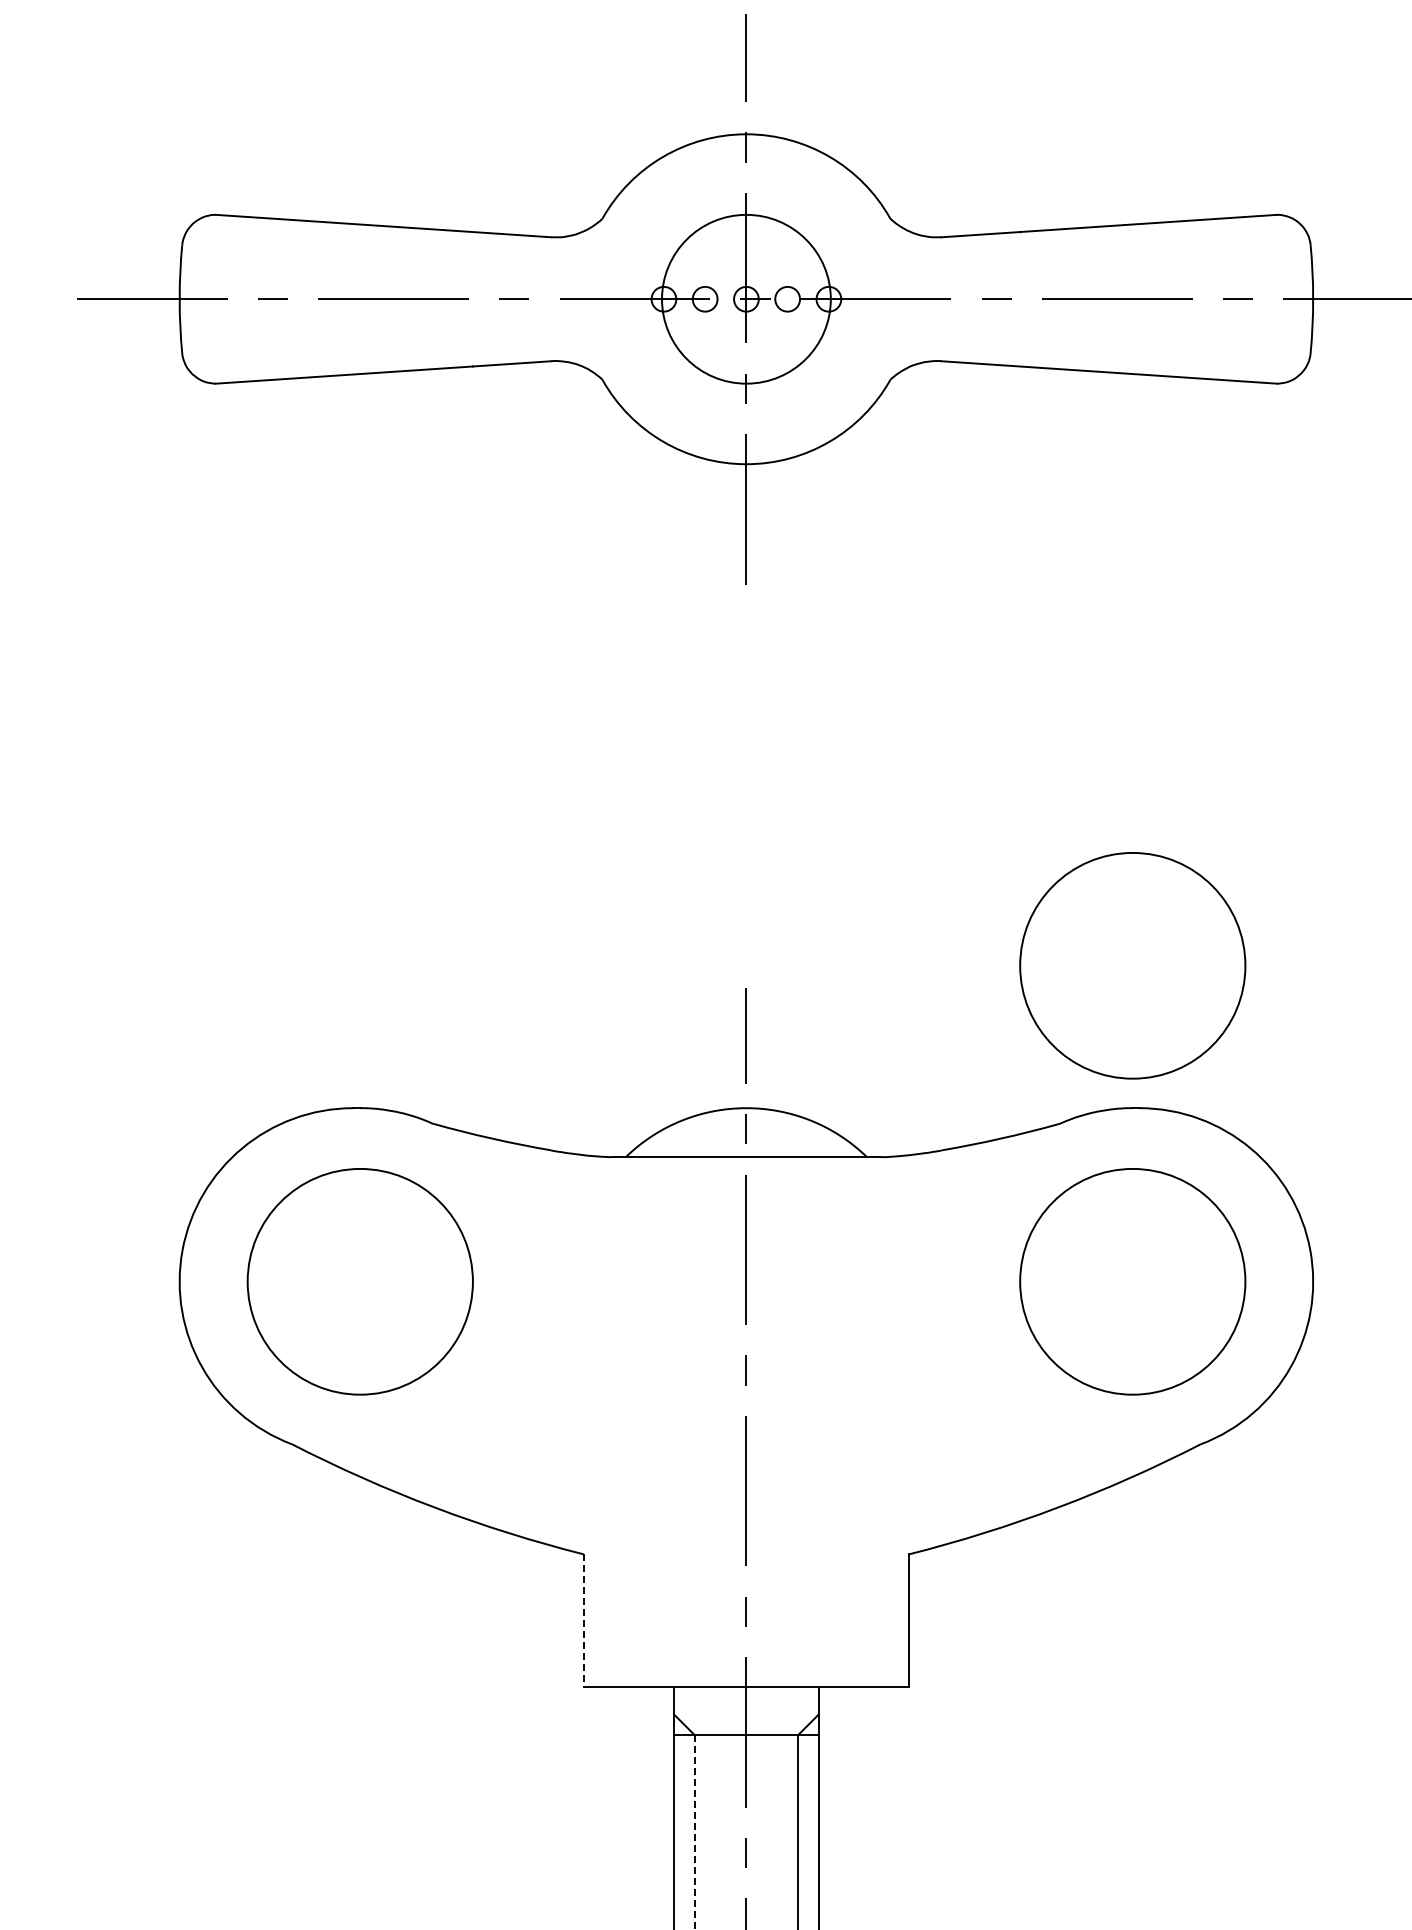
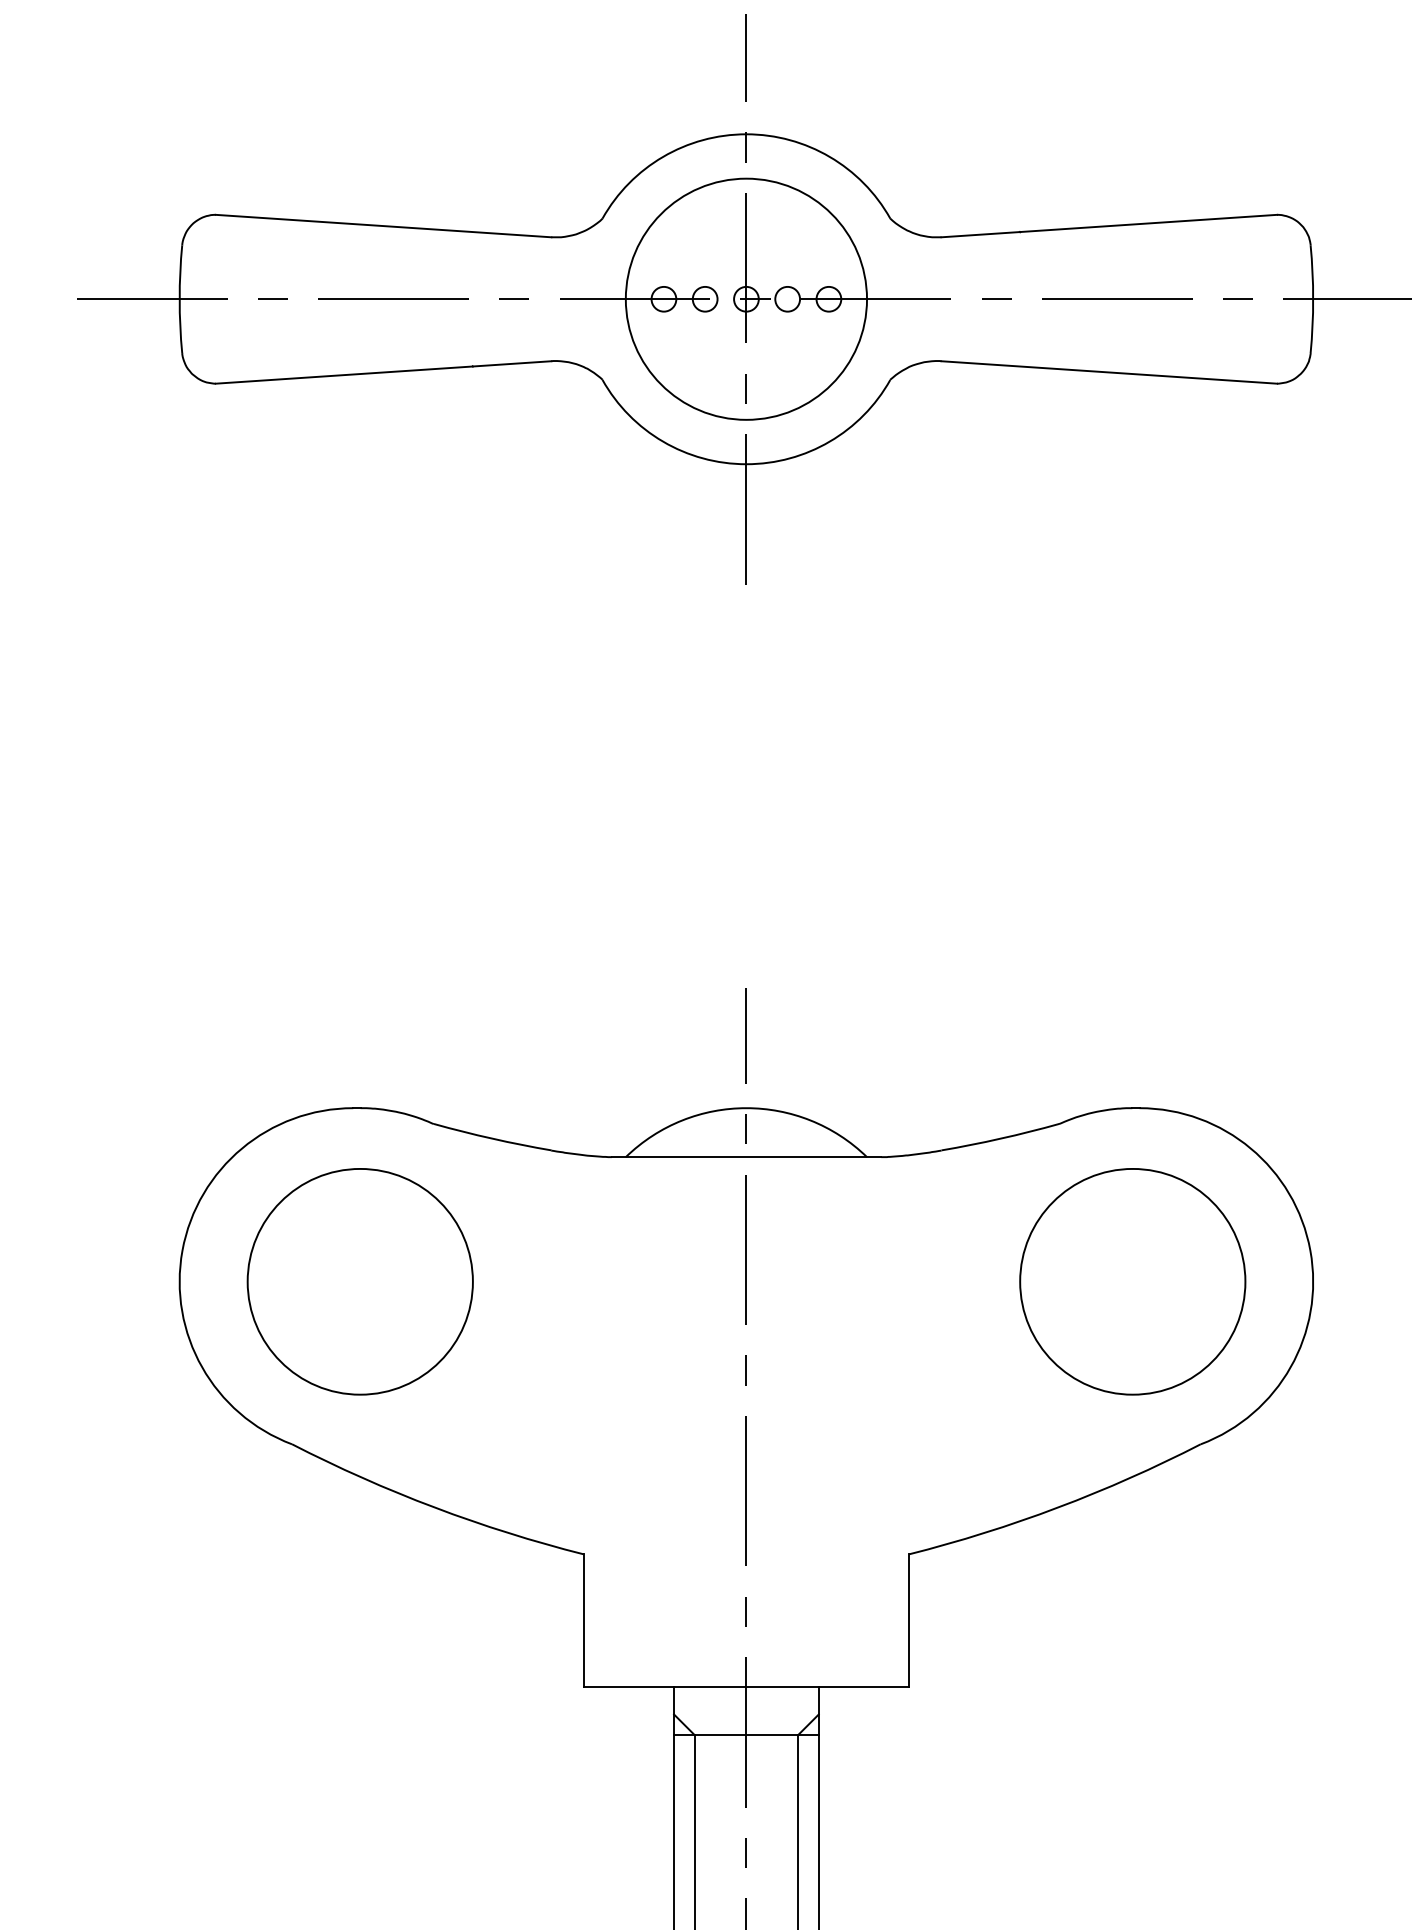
circle at (746, 298) diameter: 169 px -> 241 px
part at (1132, 965): present -> none
line at (583, 1621): dashed -> solid
line at (694, 1833): dashed -> solid
